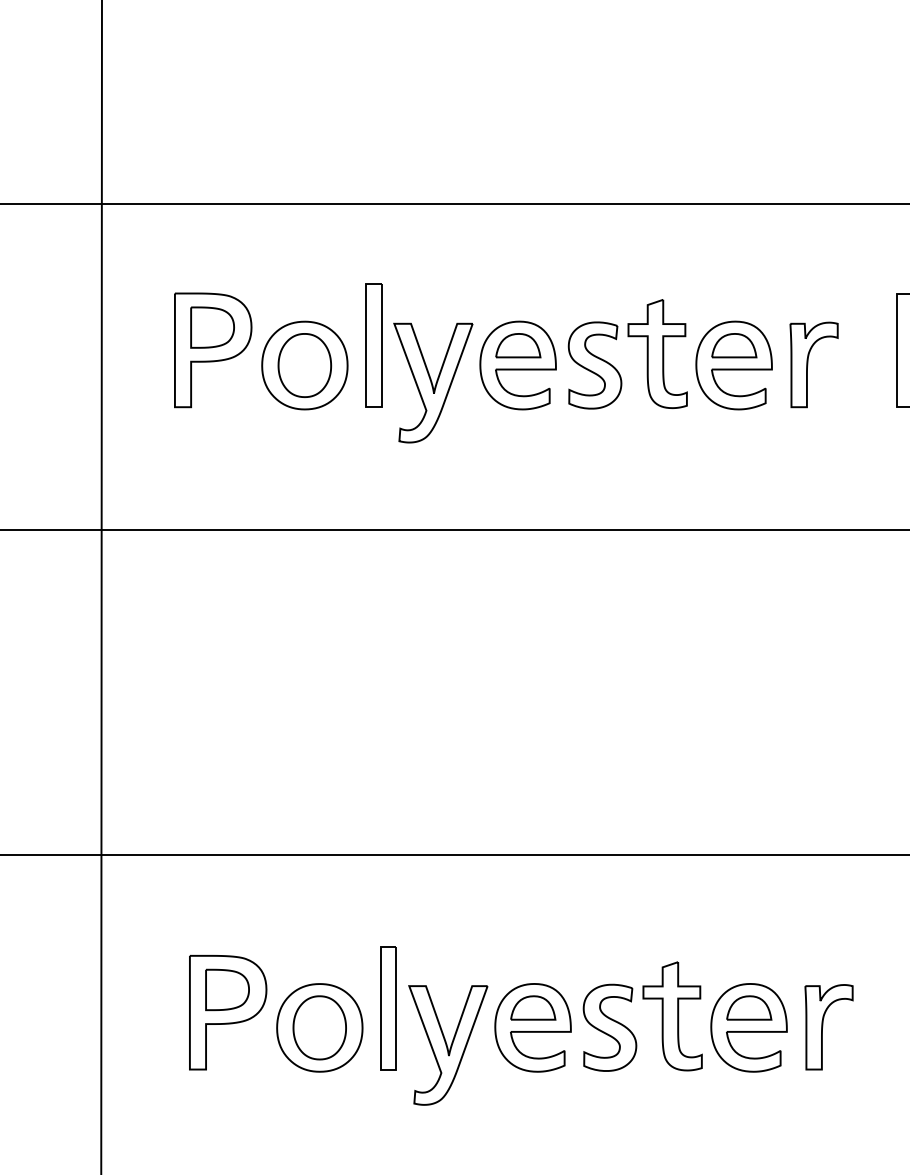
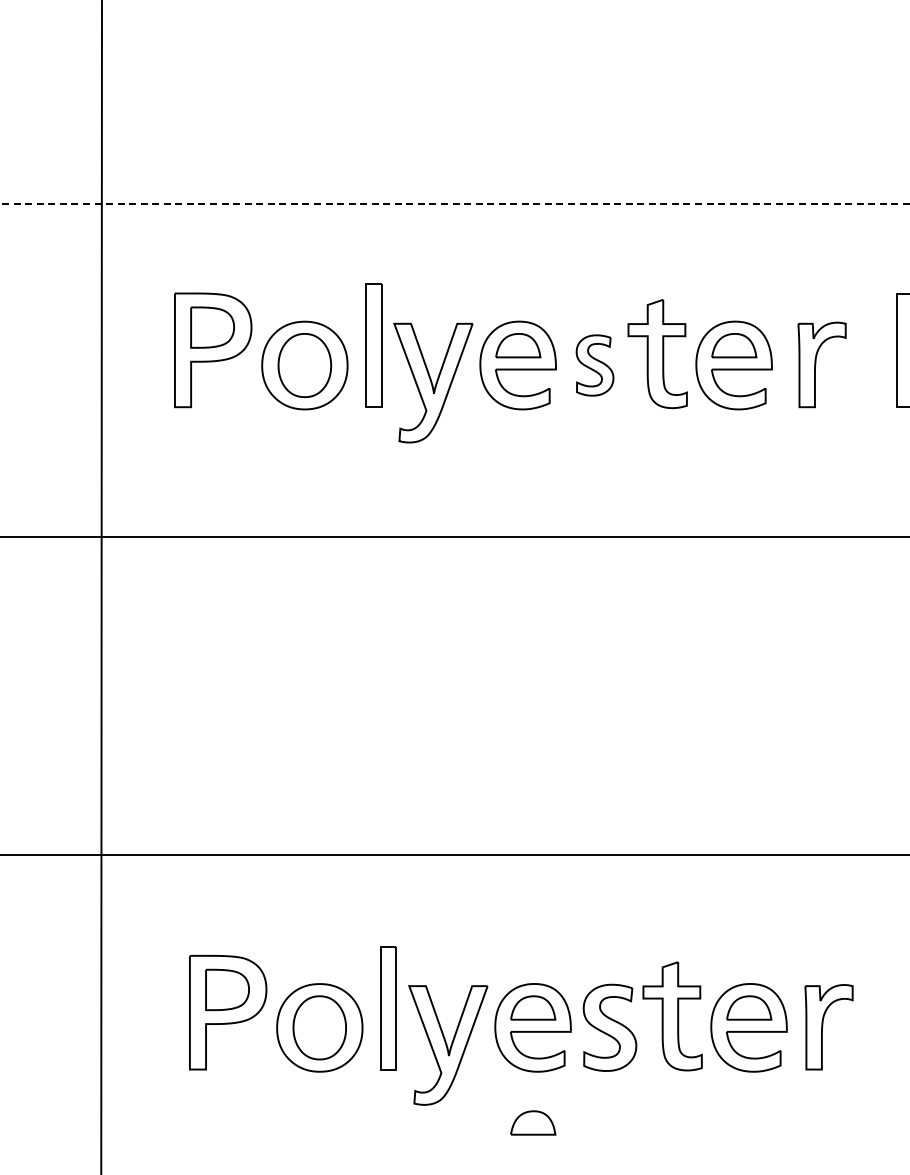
line at (455, 204): solid -> dashed
part at (813, 364) position: (813, 364) -> (821, 364)
part at (594, 365) size: 56x89 px -> 40x63 px
line at (454, 529) position: (454, 529) -> (454, 536)
part at (533, 1122): none -> present
